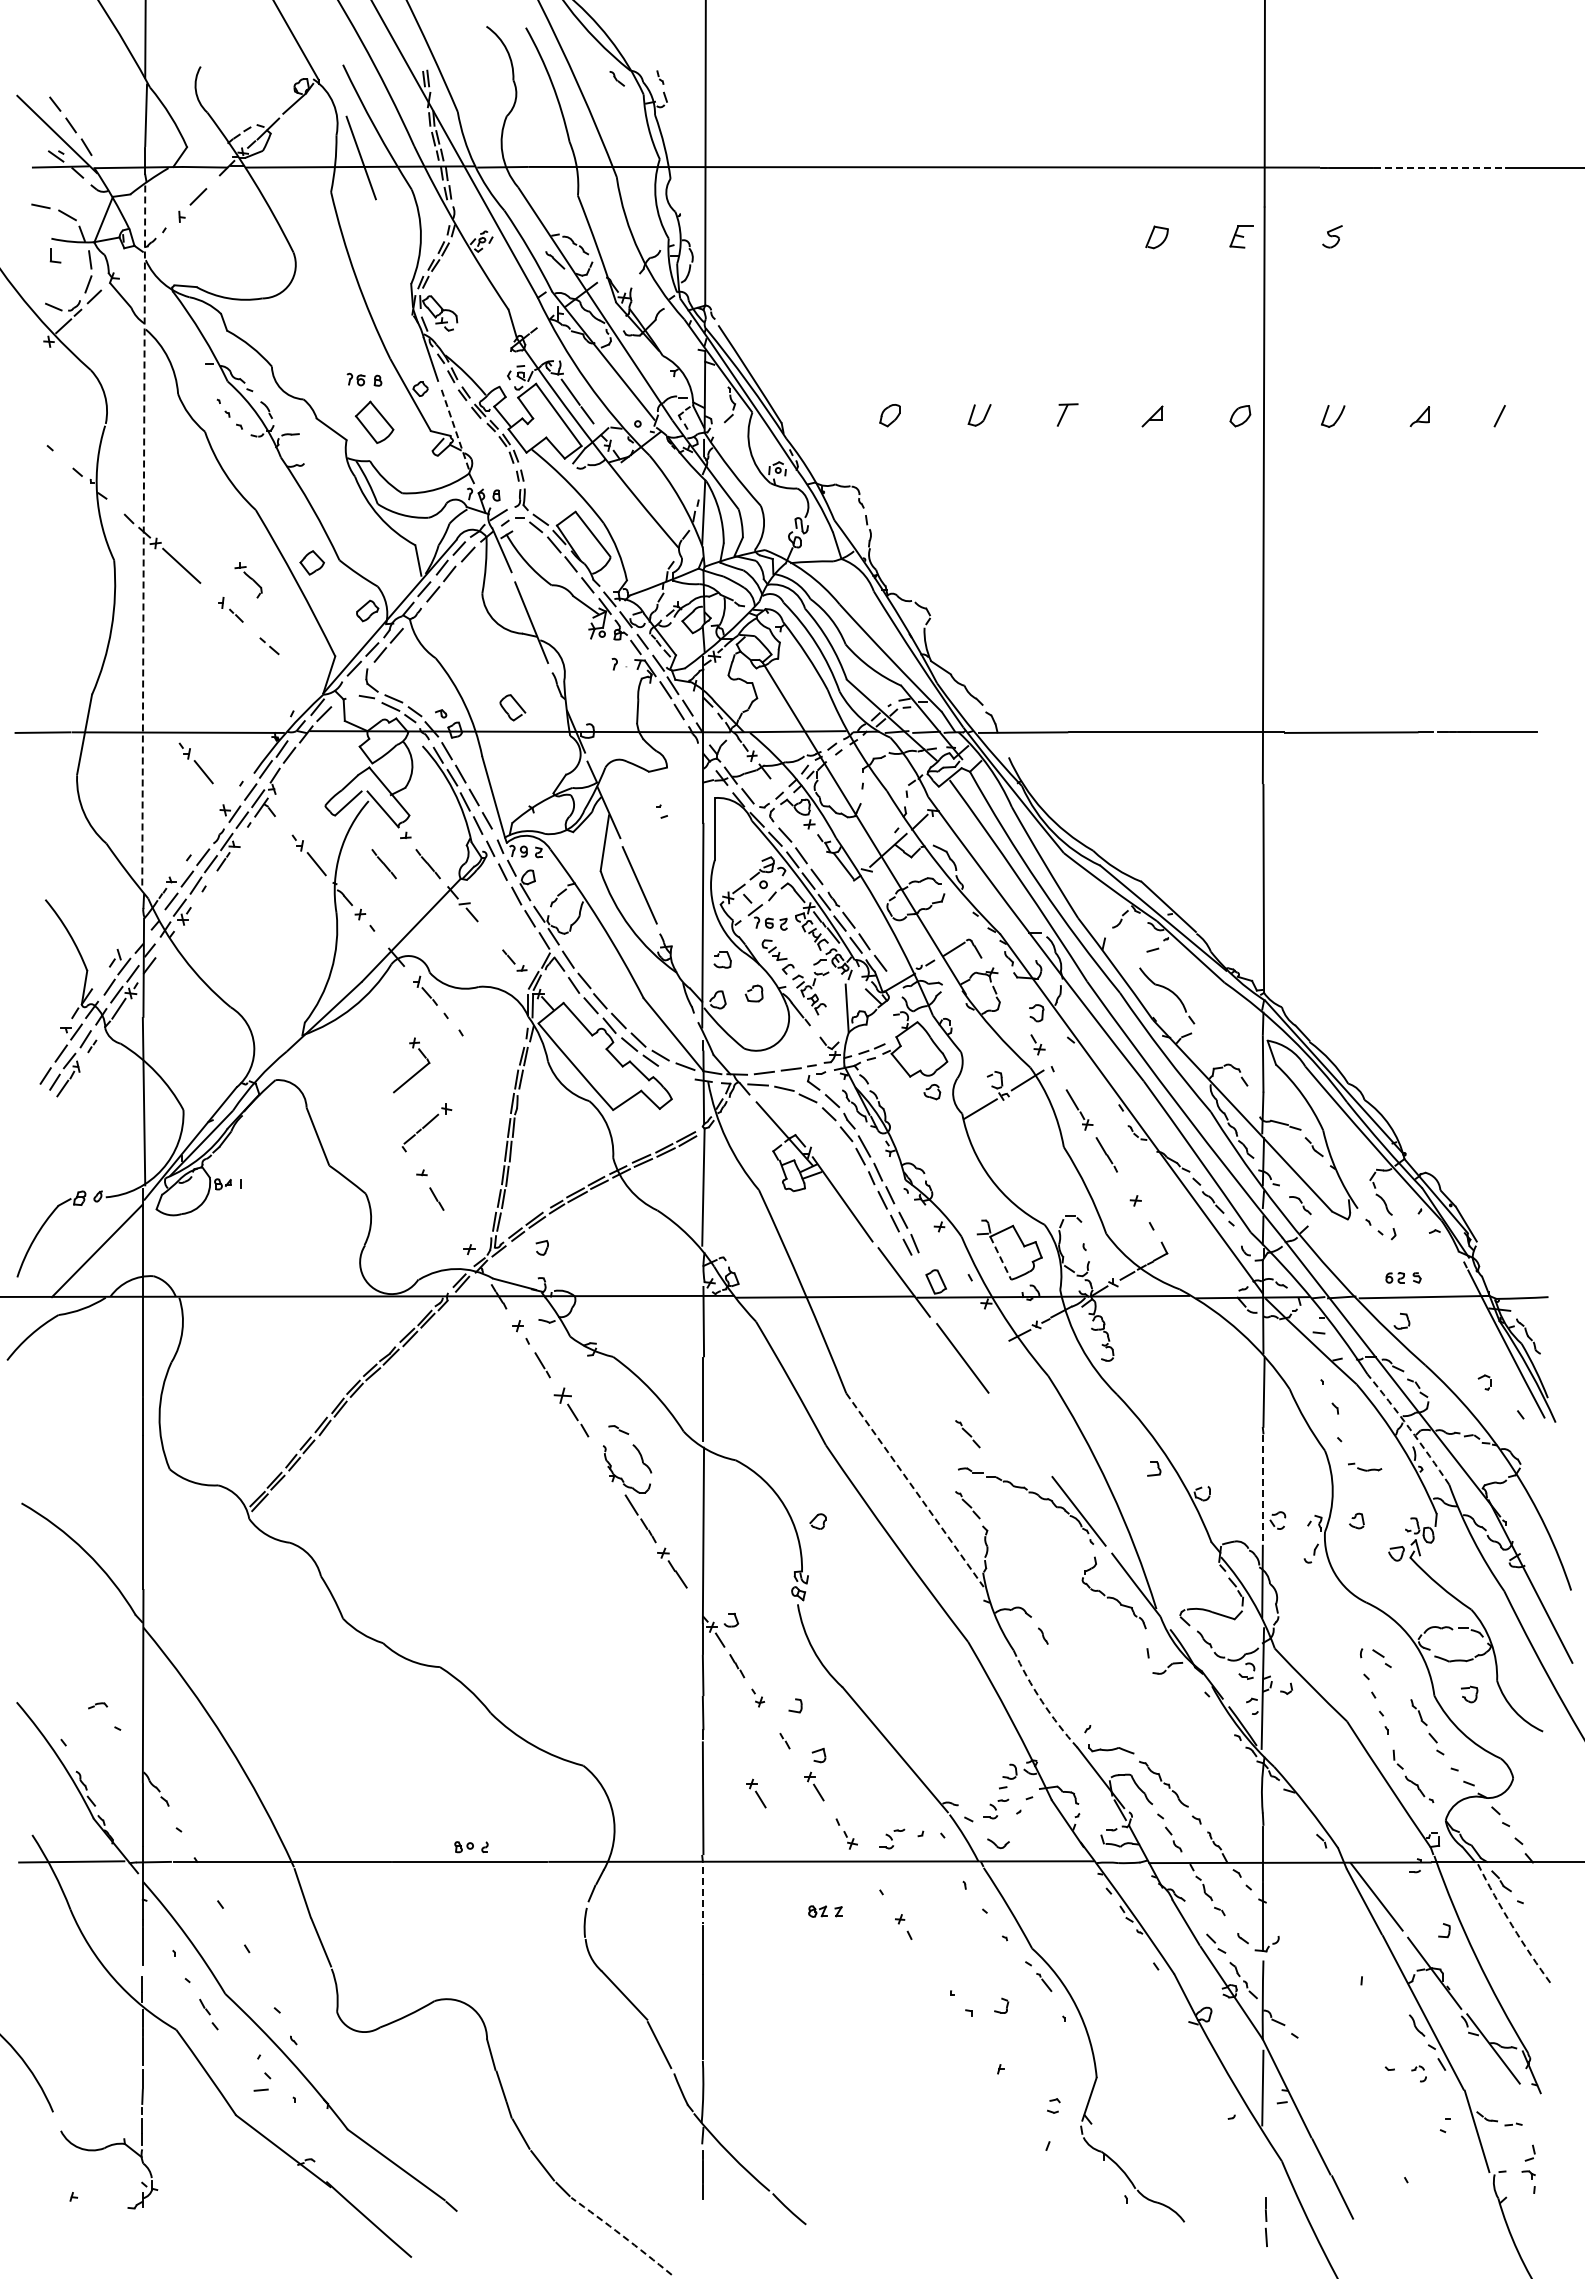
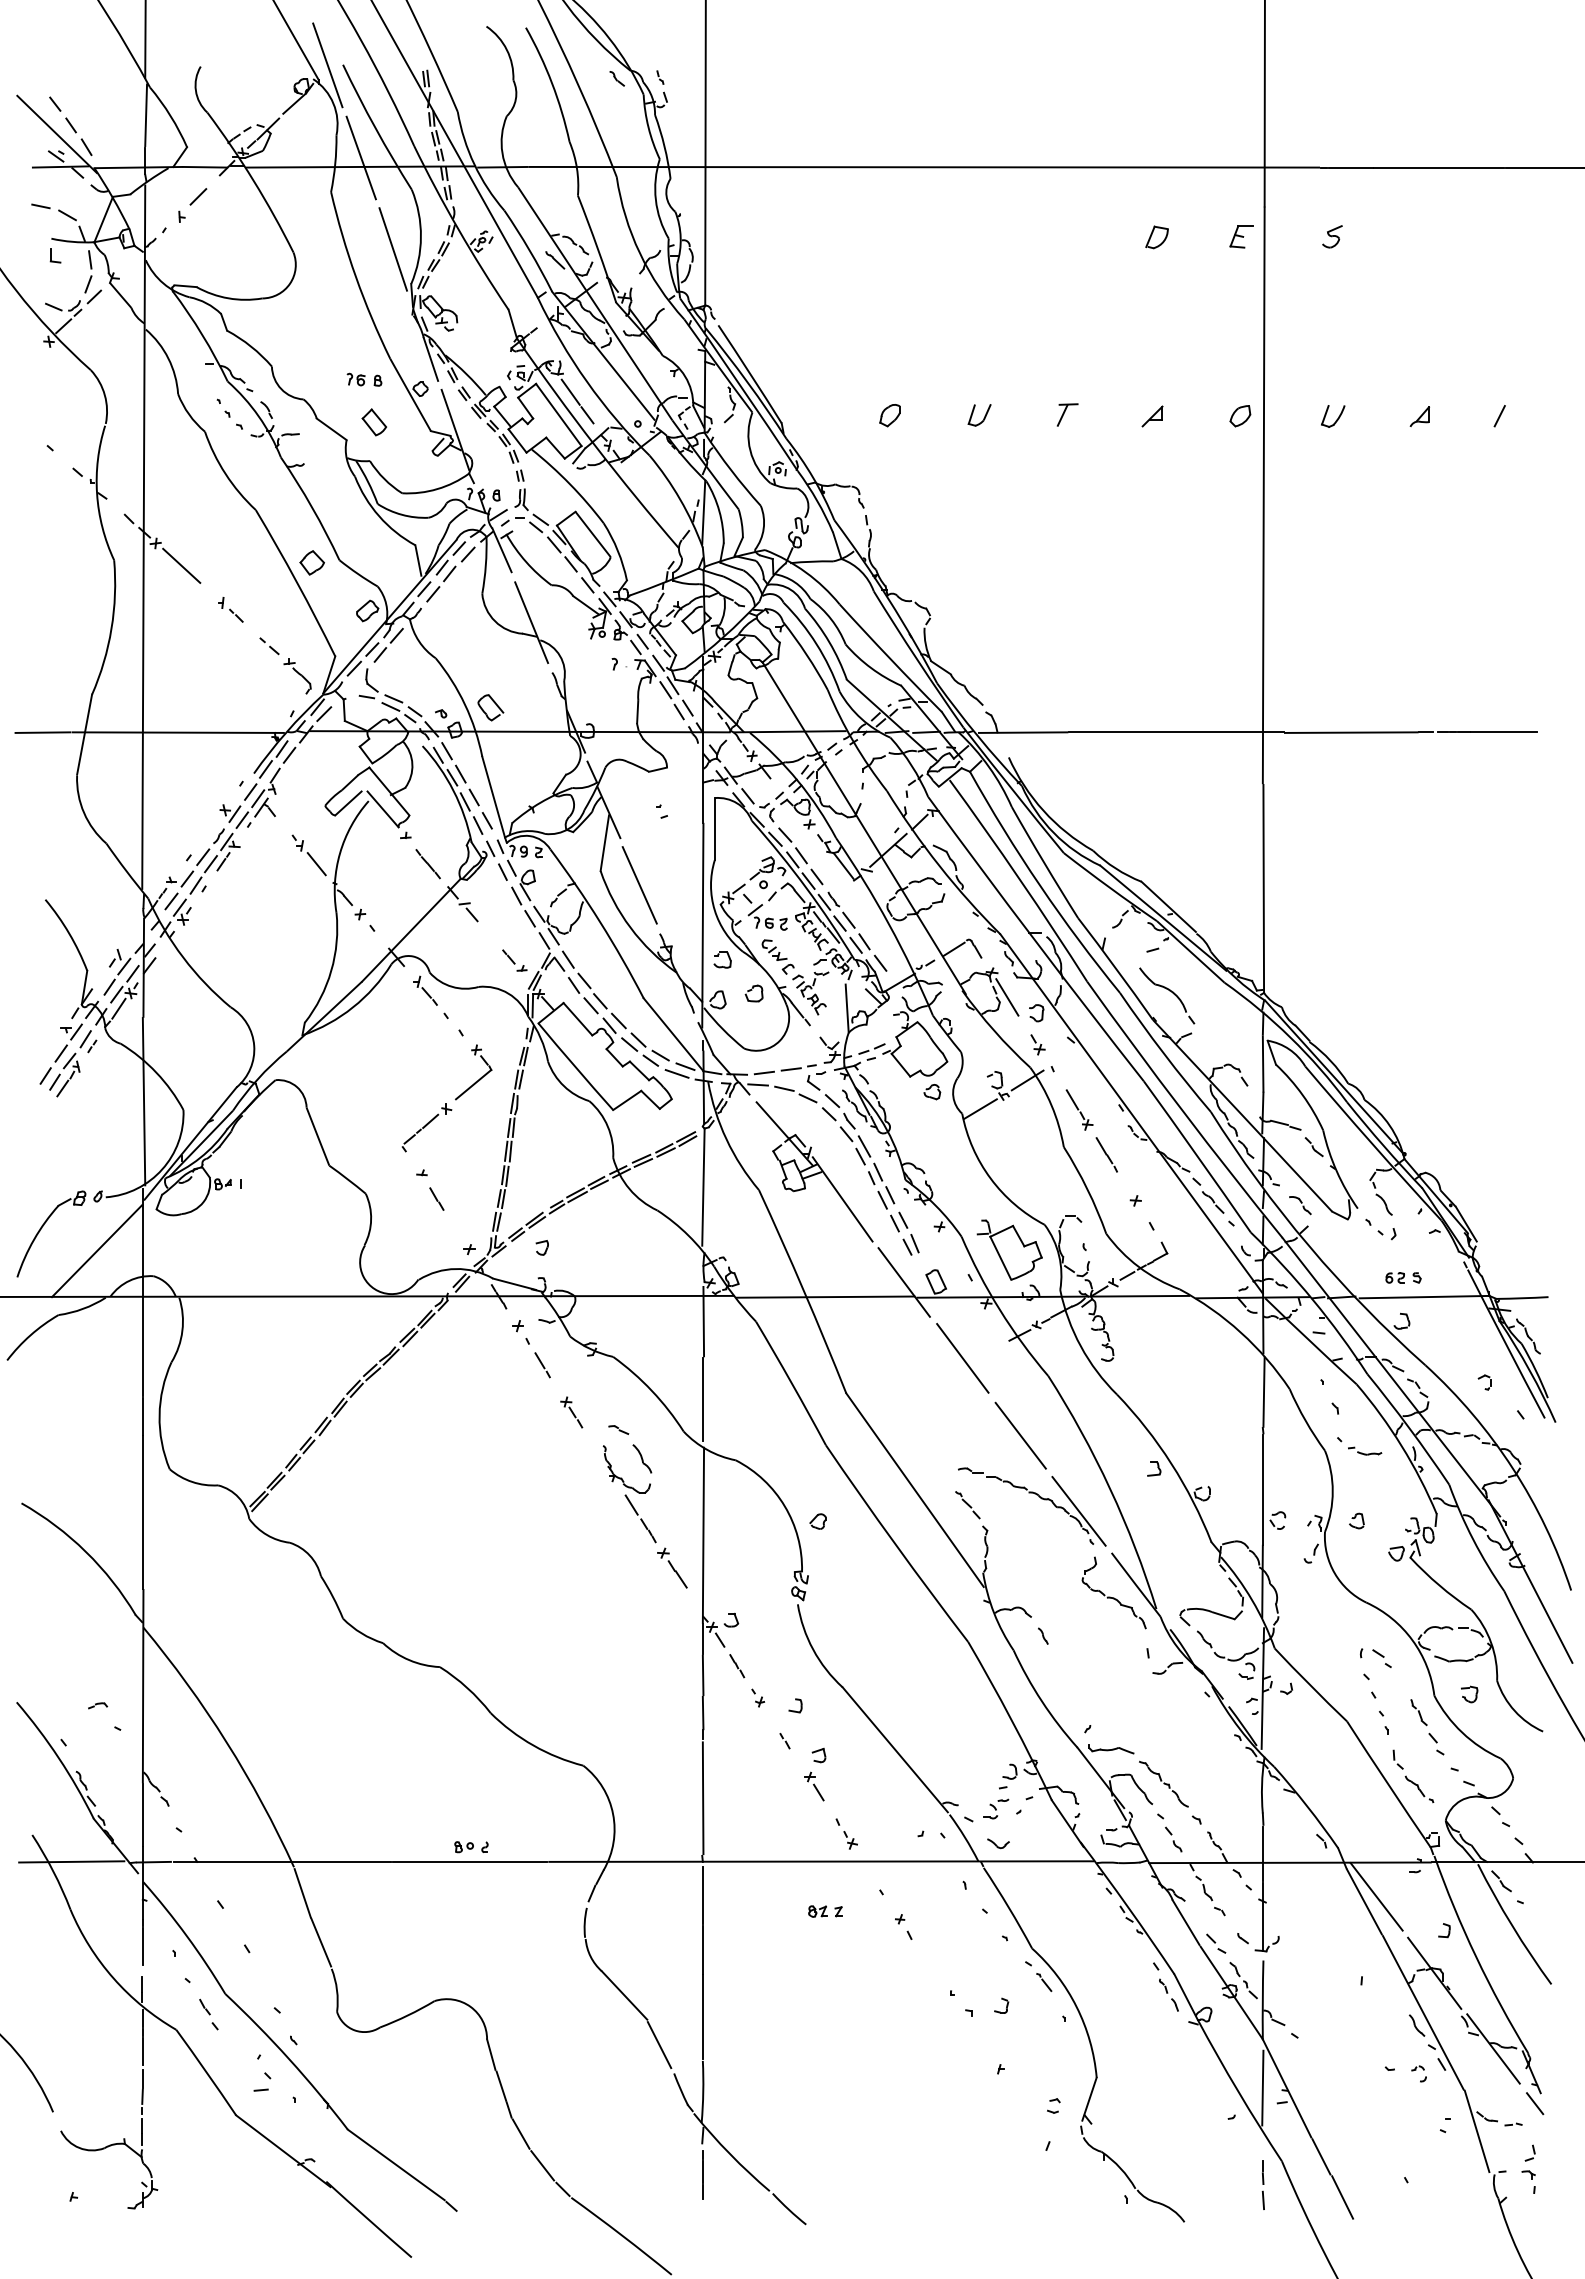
line at (327, 65): none -> present
line at (1438, 167): dashed -> solid
line at (393, 249): none -> present
part at (374, 421) size: 41x44 px -> 26x29 px
line at (455, 430): dashed -> solid
line at (143, 537): dashed -> solid
part at (248, 580) position: (248, 580) -> (297, 676)
part at (512, 707) position: (512, 707) -> (490, 707)
part at (195, 763): present -> none
line at (383, 864): present -> none
line at (1007, 997): none -> present
part at (417, 1071) position: (417, 1071) -> (479, 1078)
line at (676, 1073): none -> present
line at (1000, 1258): dashed -> solid
part at (571, 1412) size: 37x51 px -> 24x33 px
arc at (1409, 1428): dashed -> solid
part at (967, 1434): present -> none
line at (1020, 1435): none -> present
part at (1365, 1466) position: (1365, 1466) -> (1365, 1450)
line at (1263, 1489): dashed -> solid
line at (915, 1490): dashed -> solid
arc at (1041, 1701): dashed -> solid
part at (756, 1793): present -> none
part at (892, 1838): present -> none
line at (702, 1896): dashed -> solid
arc at (1512, 1925): dashed -> solid
part at (1168, 1994): none -> present
line at (1535, 2103): none -> present
part at (1265, 2221) position: (1265, 2221) -> (1262, 2184)
arc at (622, 2235): dashed -> solid
